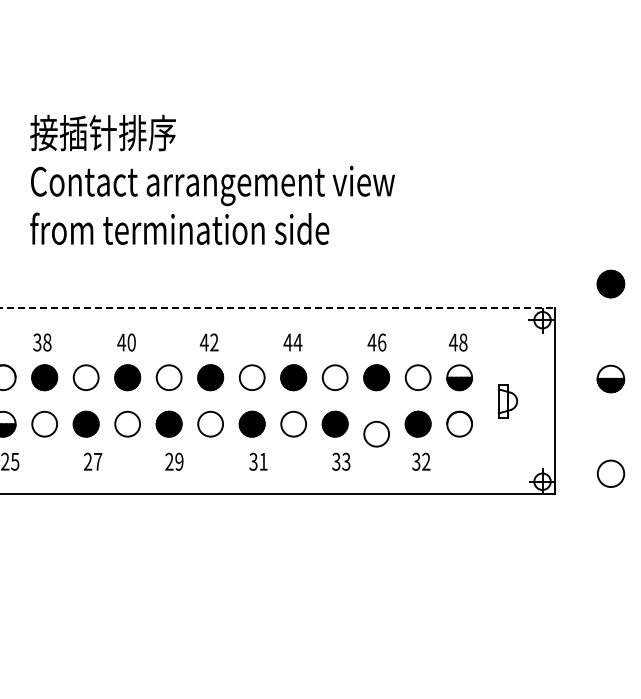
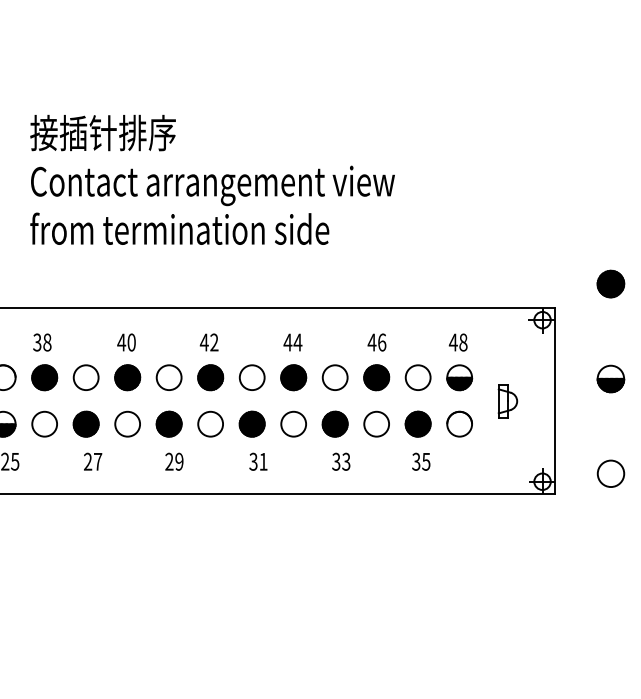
line at (277, 307): dashed -> solid
circle at (376, 433) position: (376, 433) -> (376, 423)
text at (426, 461): 32 -> 35
